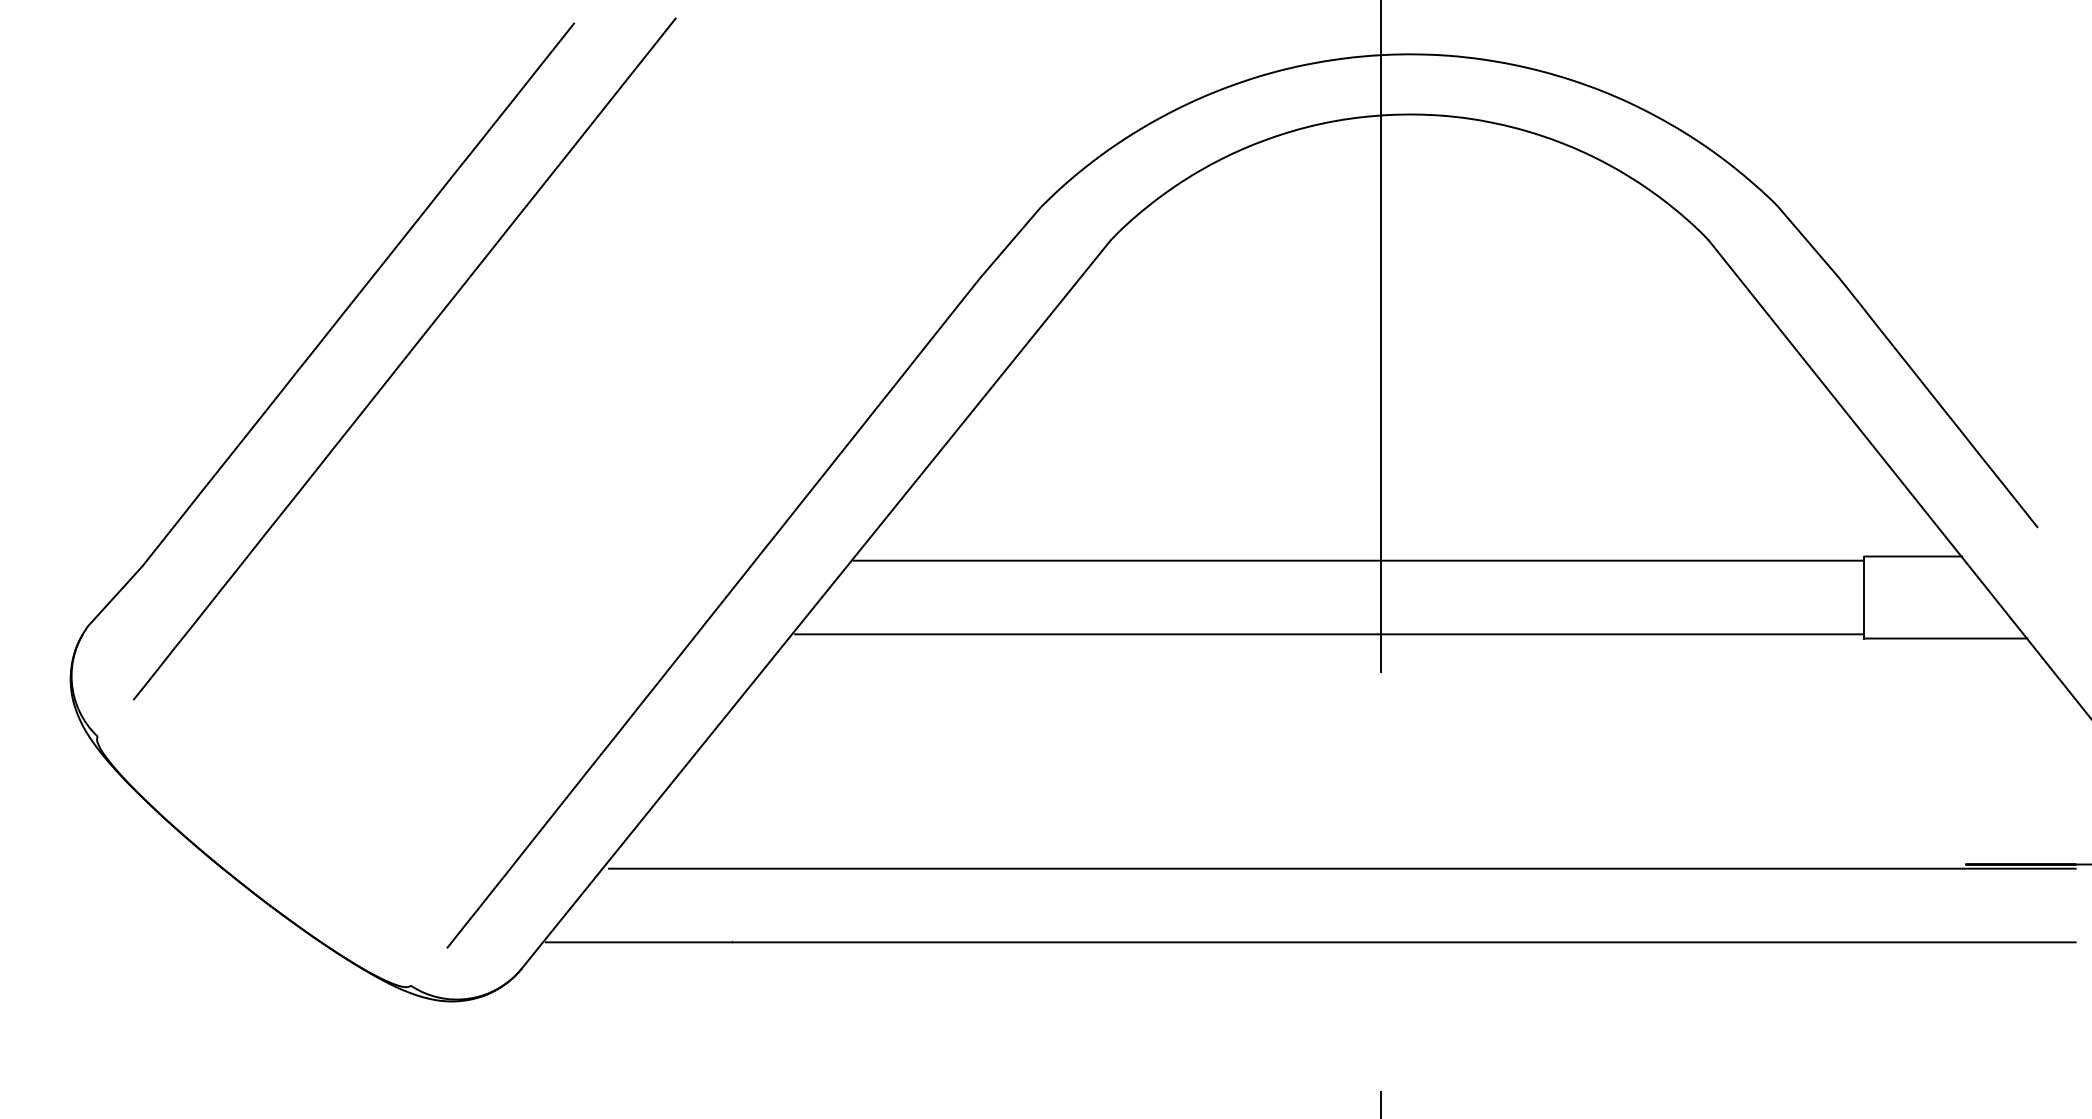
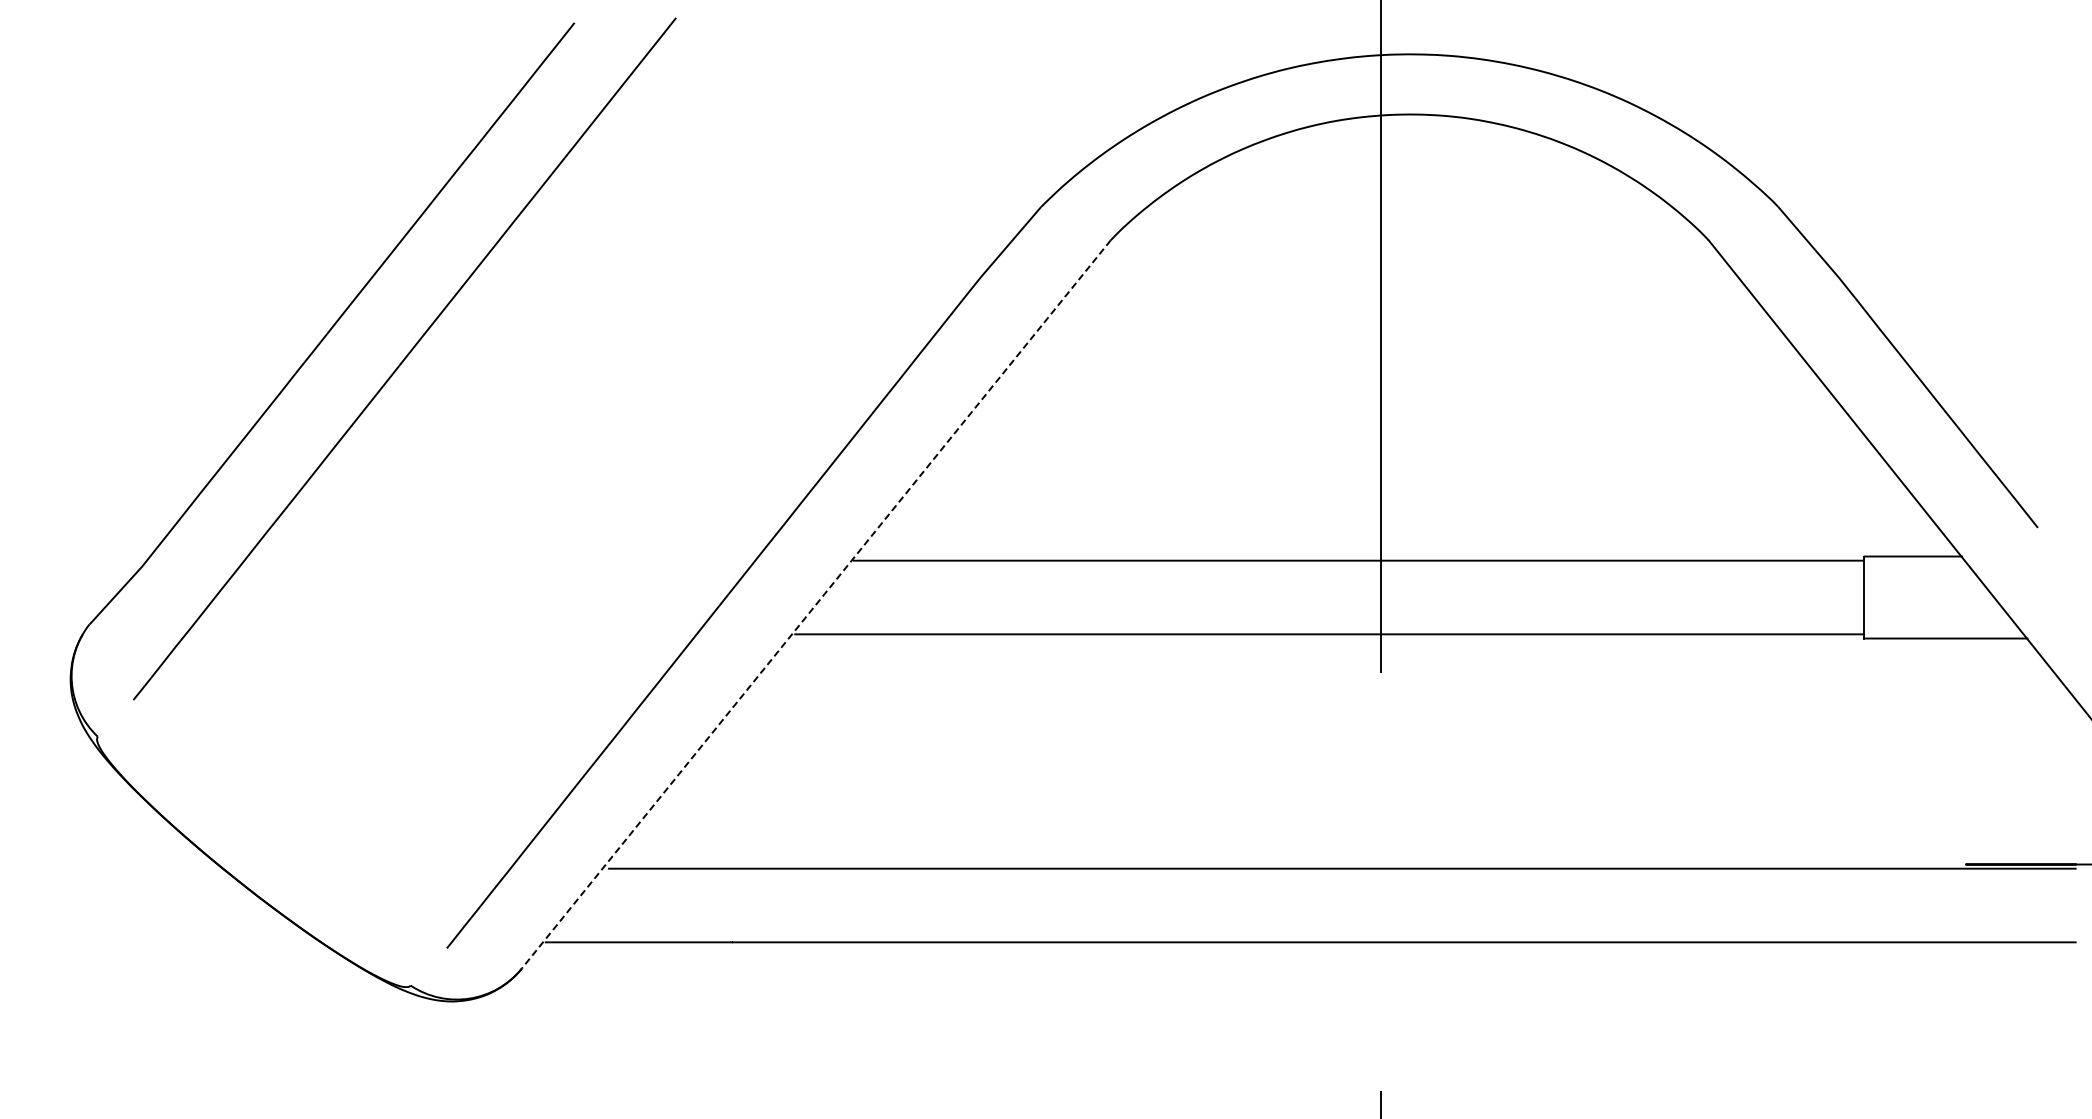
line at (816, 604): solid -> dashed
